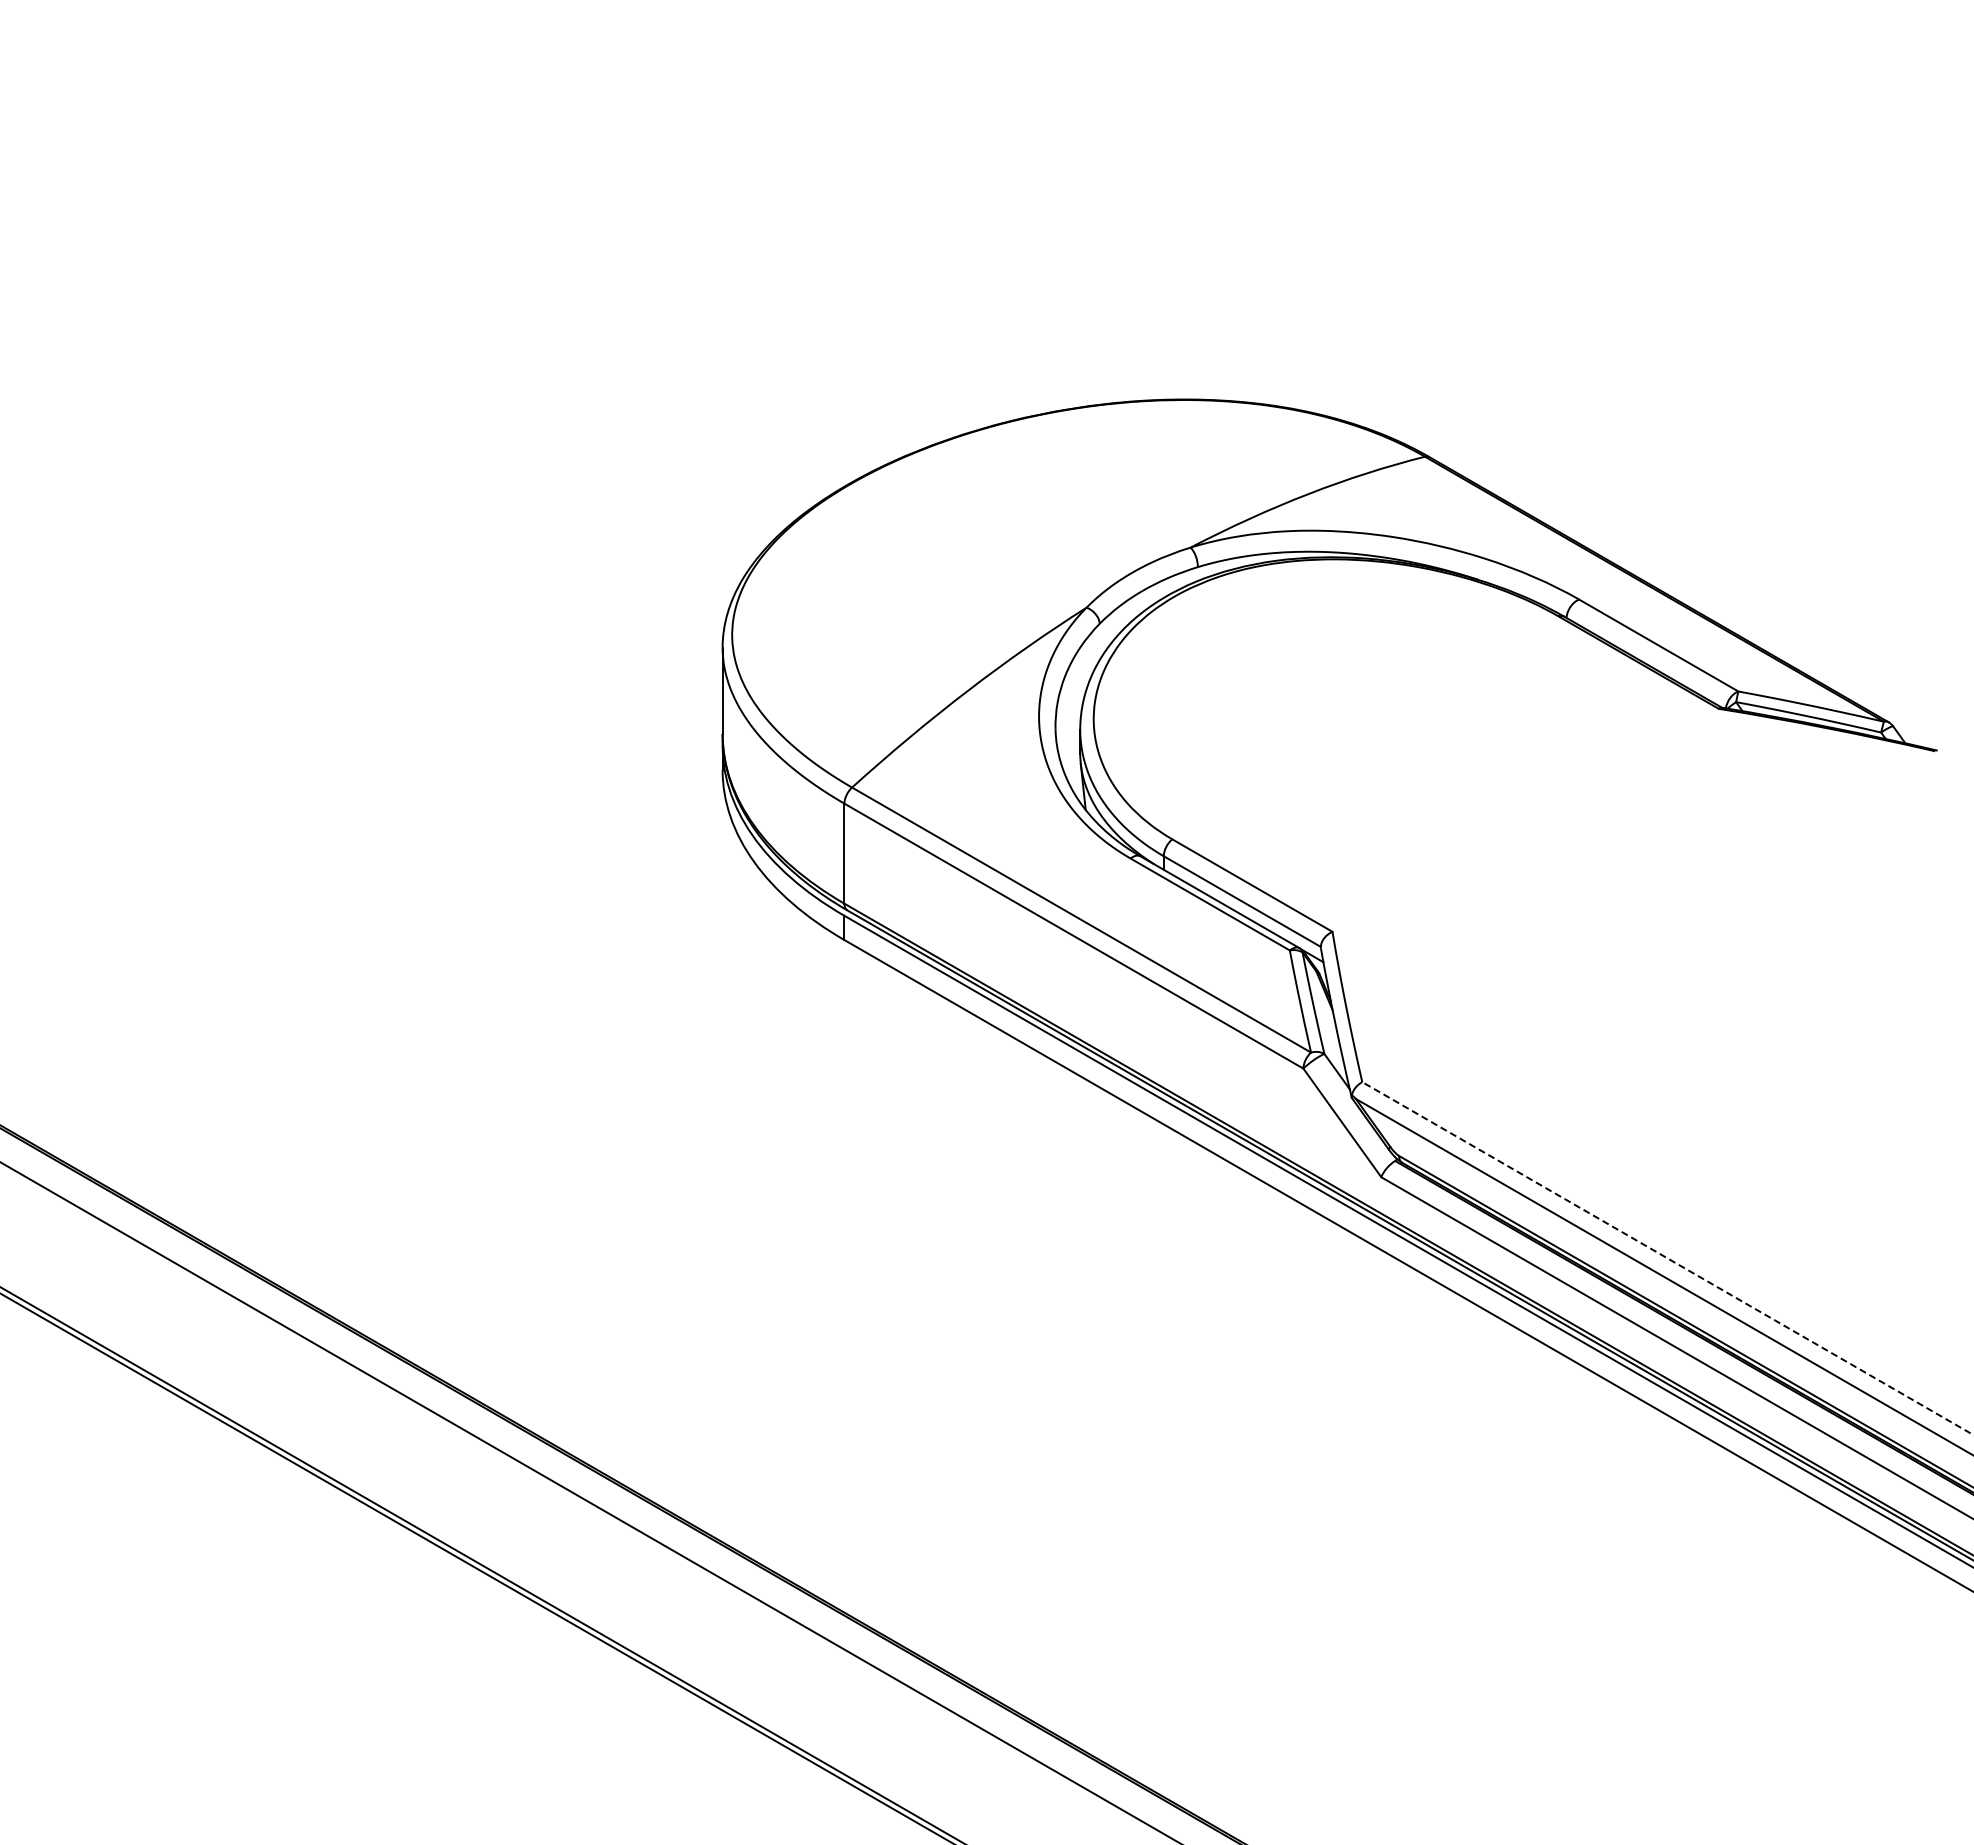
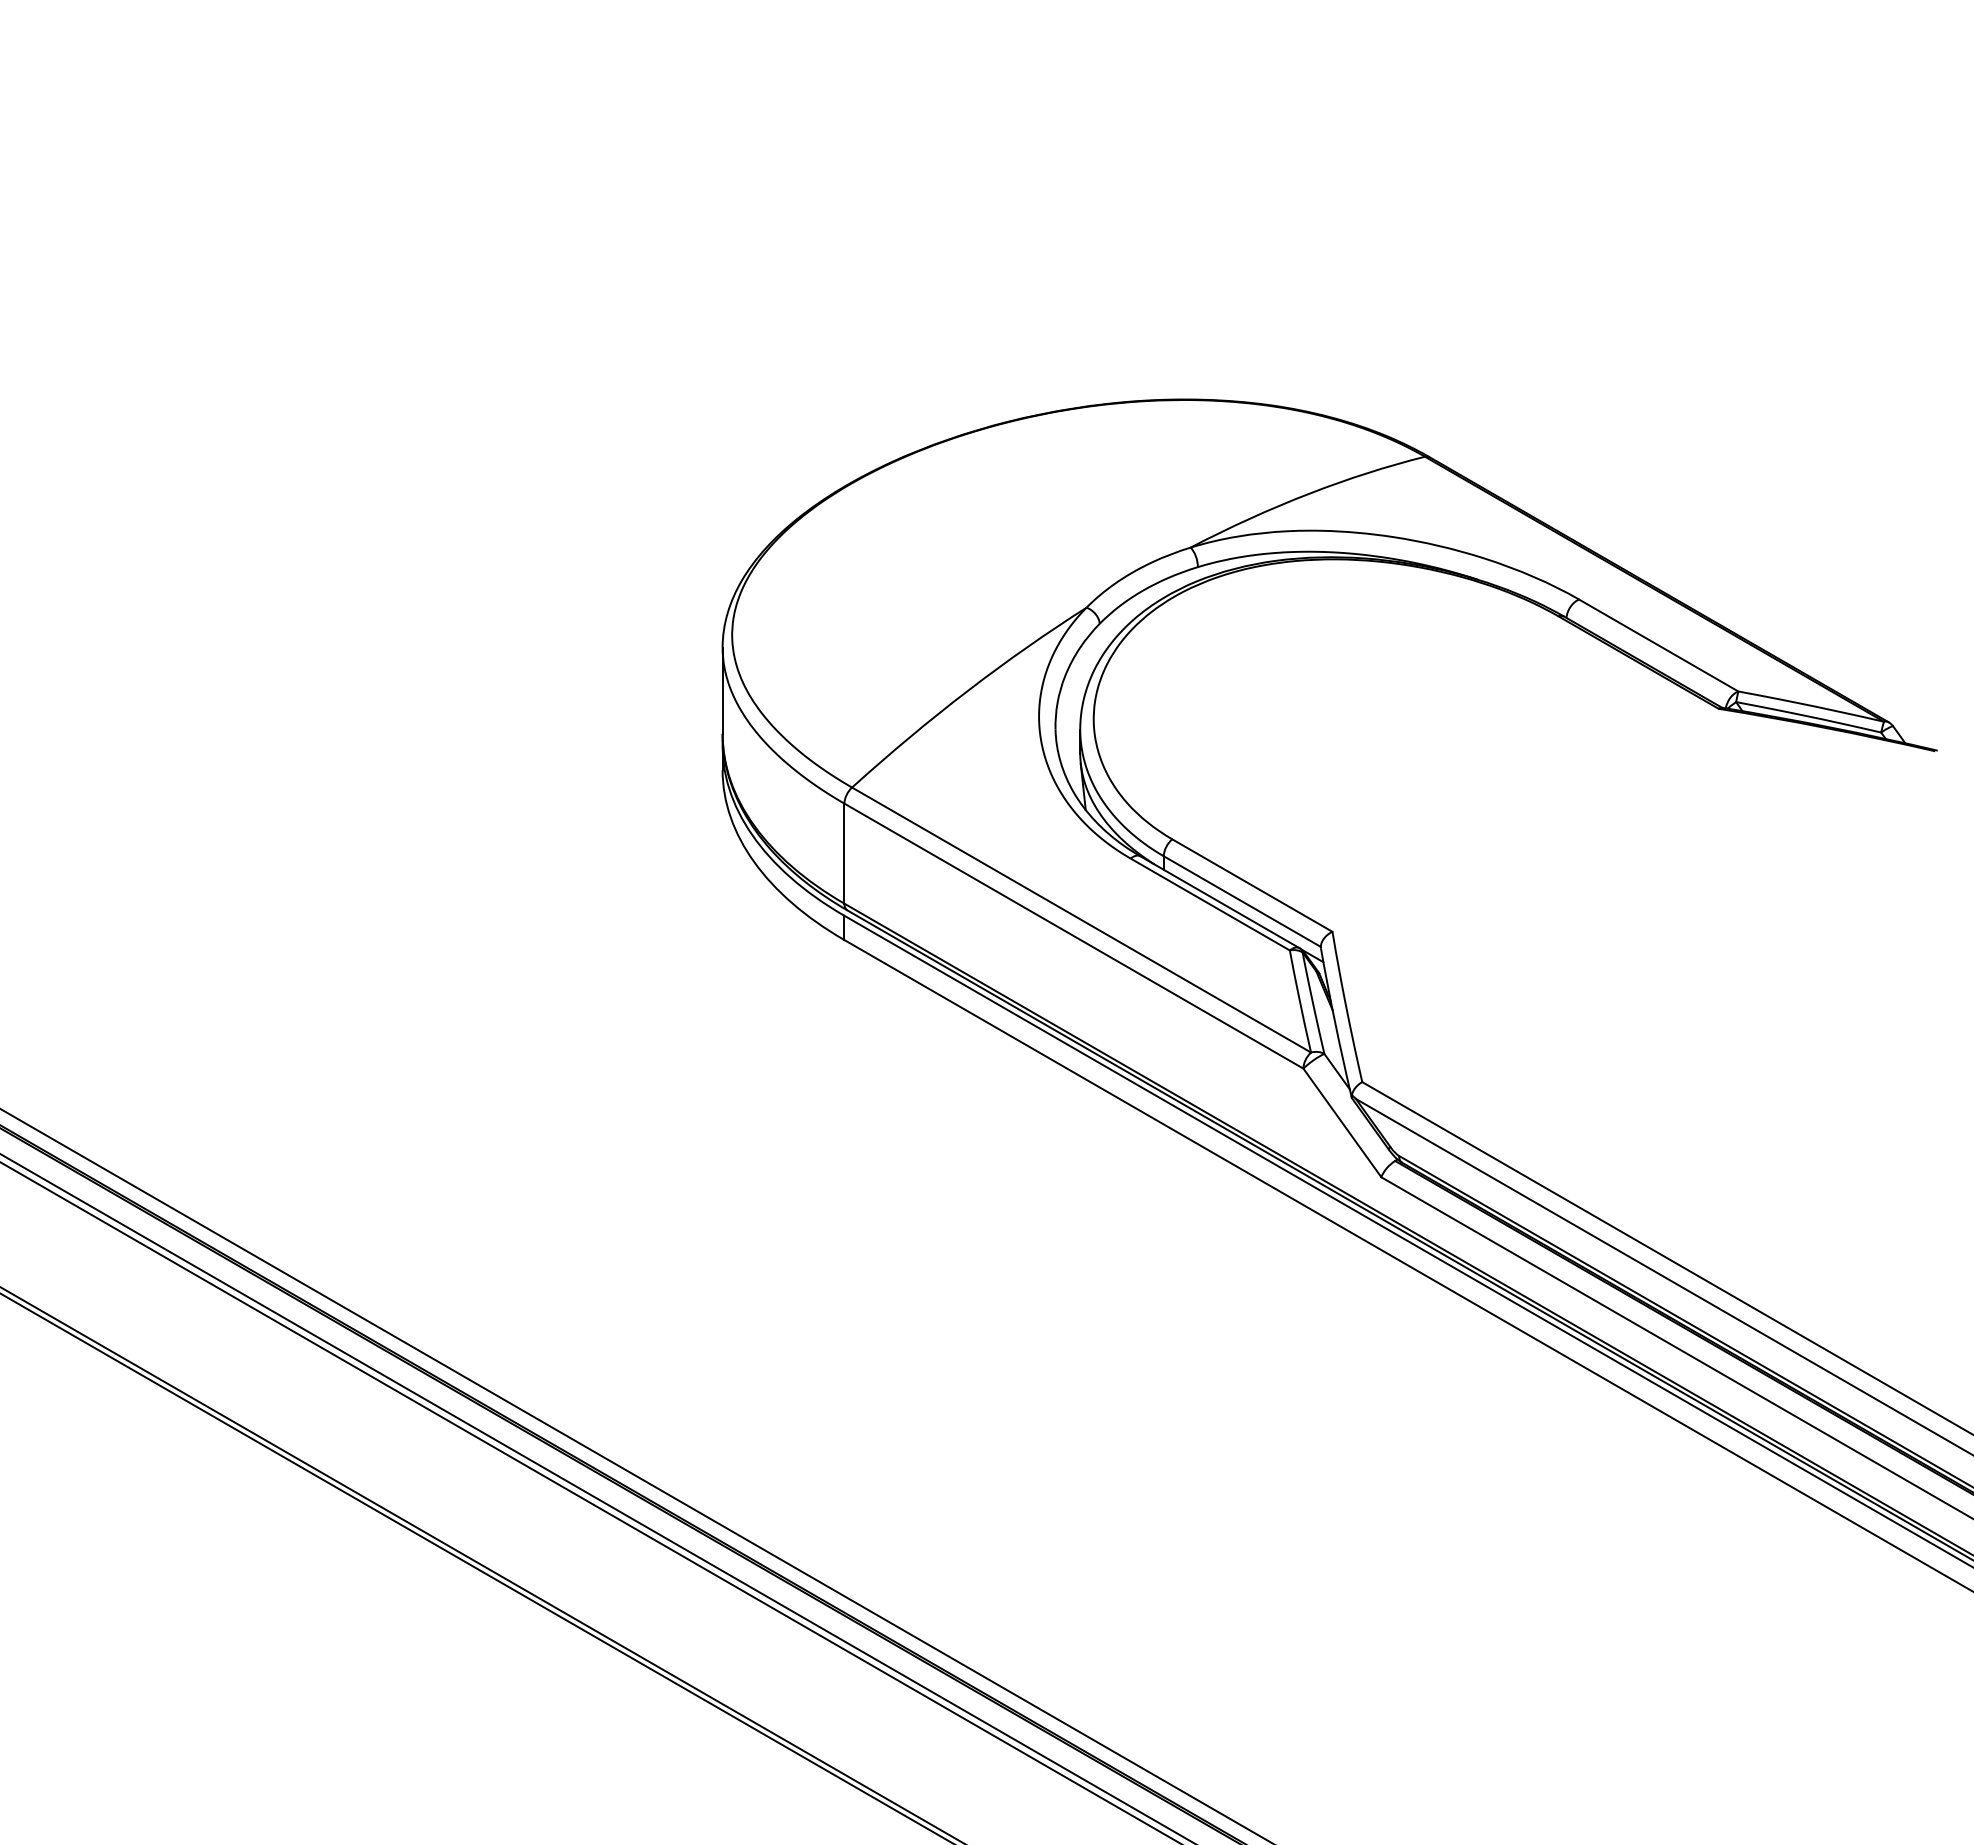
line at (1667, 1258): dashed -> solid
line at (635, 1475): none -> present
line at (596, 1498): none -> present
